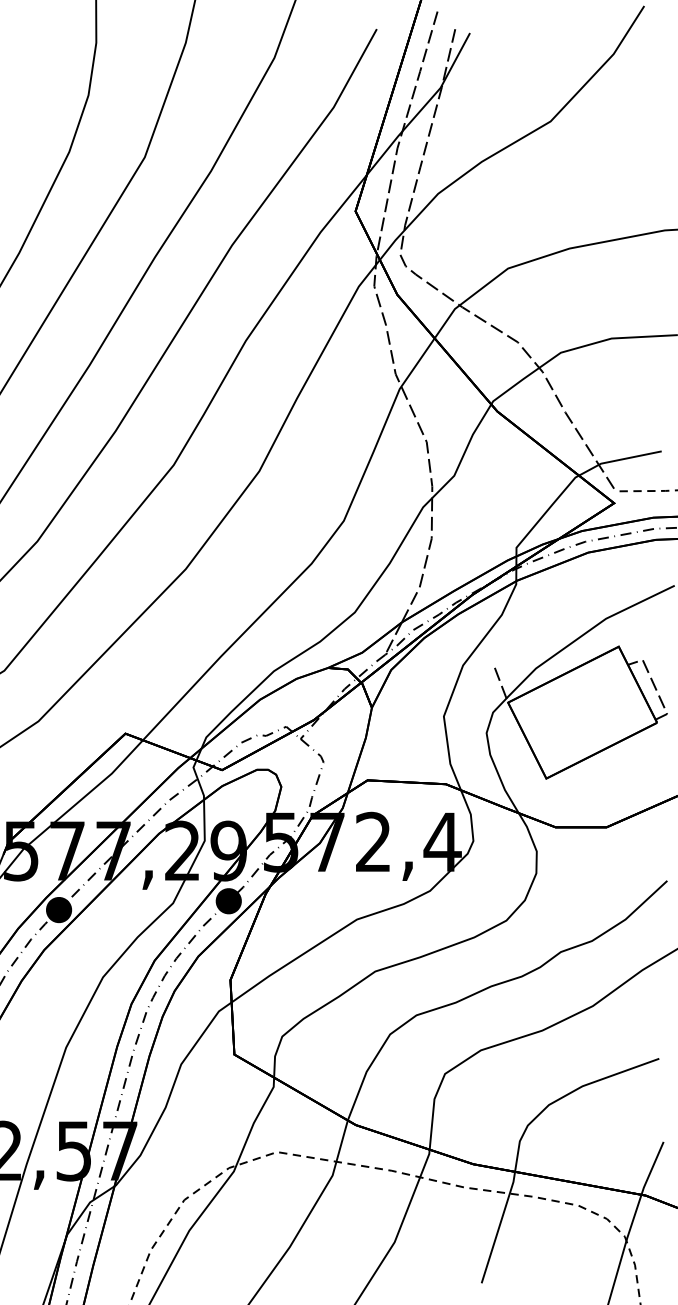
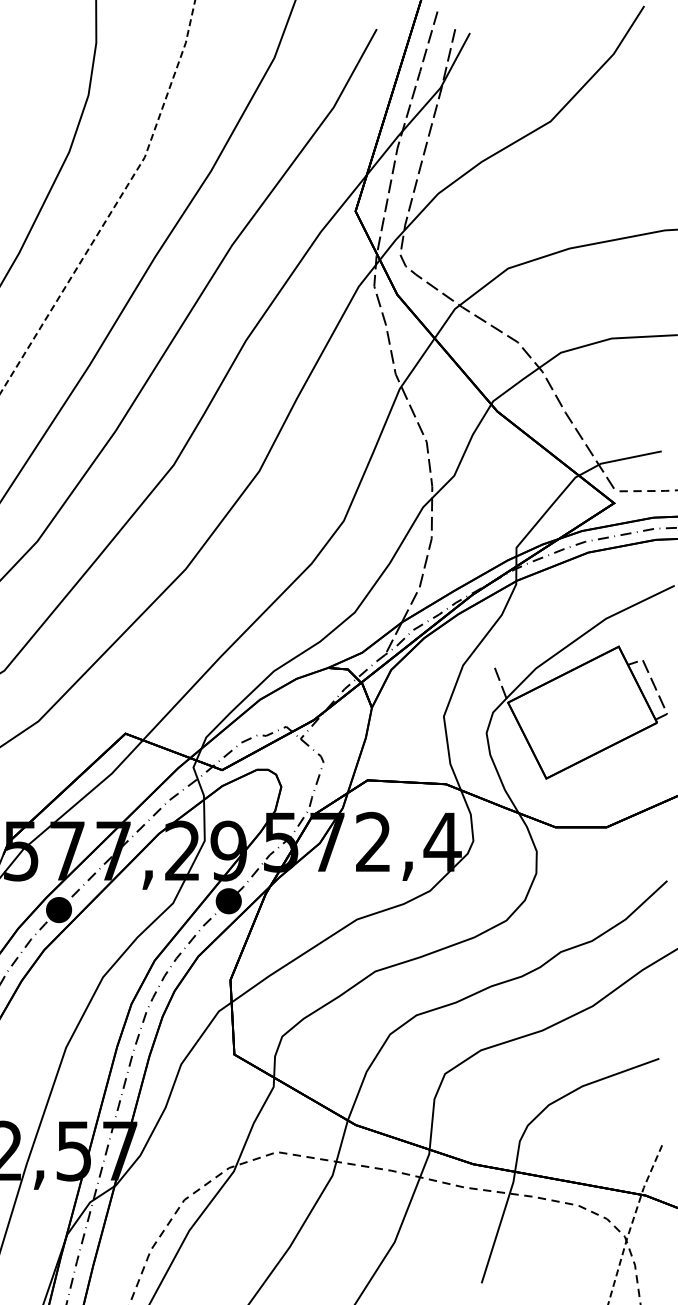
line at (116, 204): solid -> dashed
line at (632, 1221): solid -> dashed
